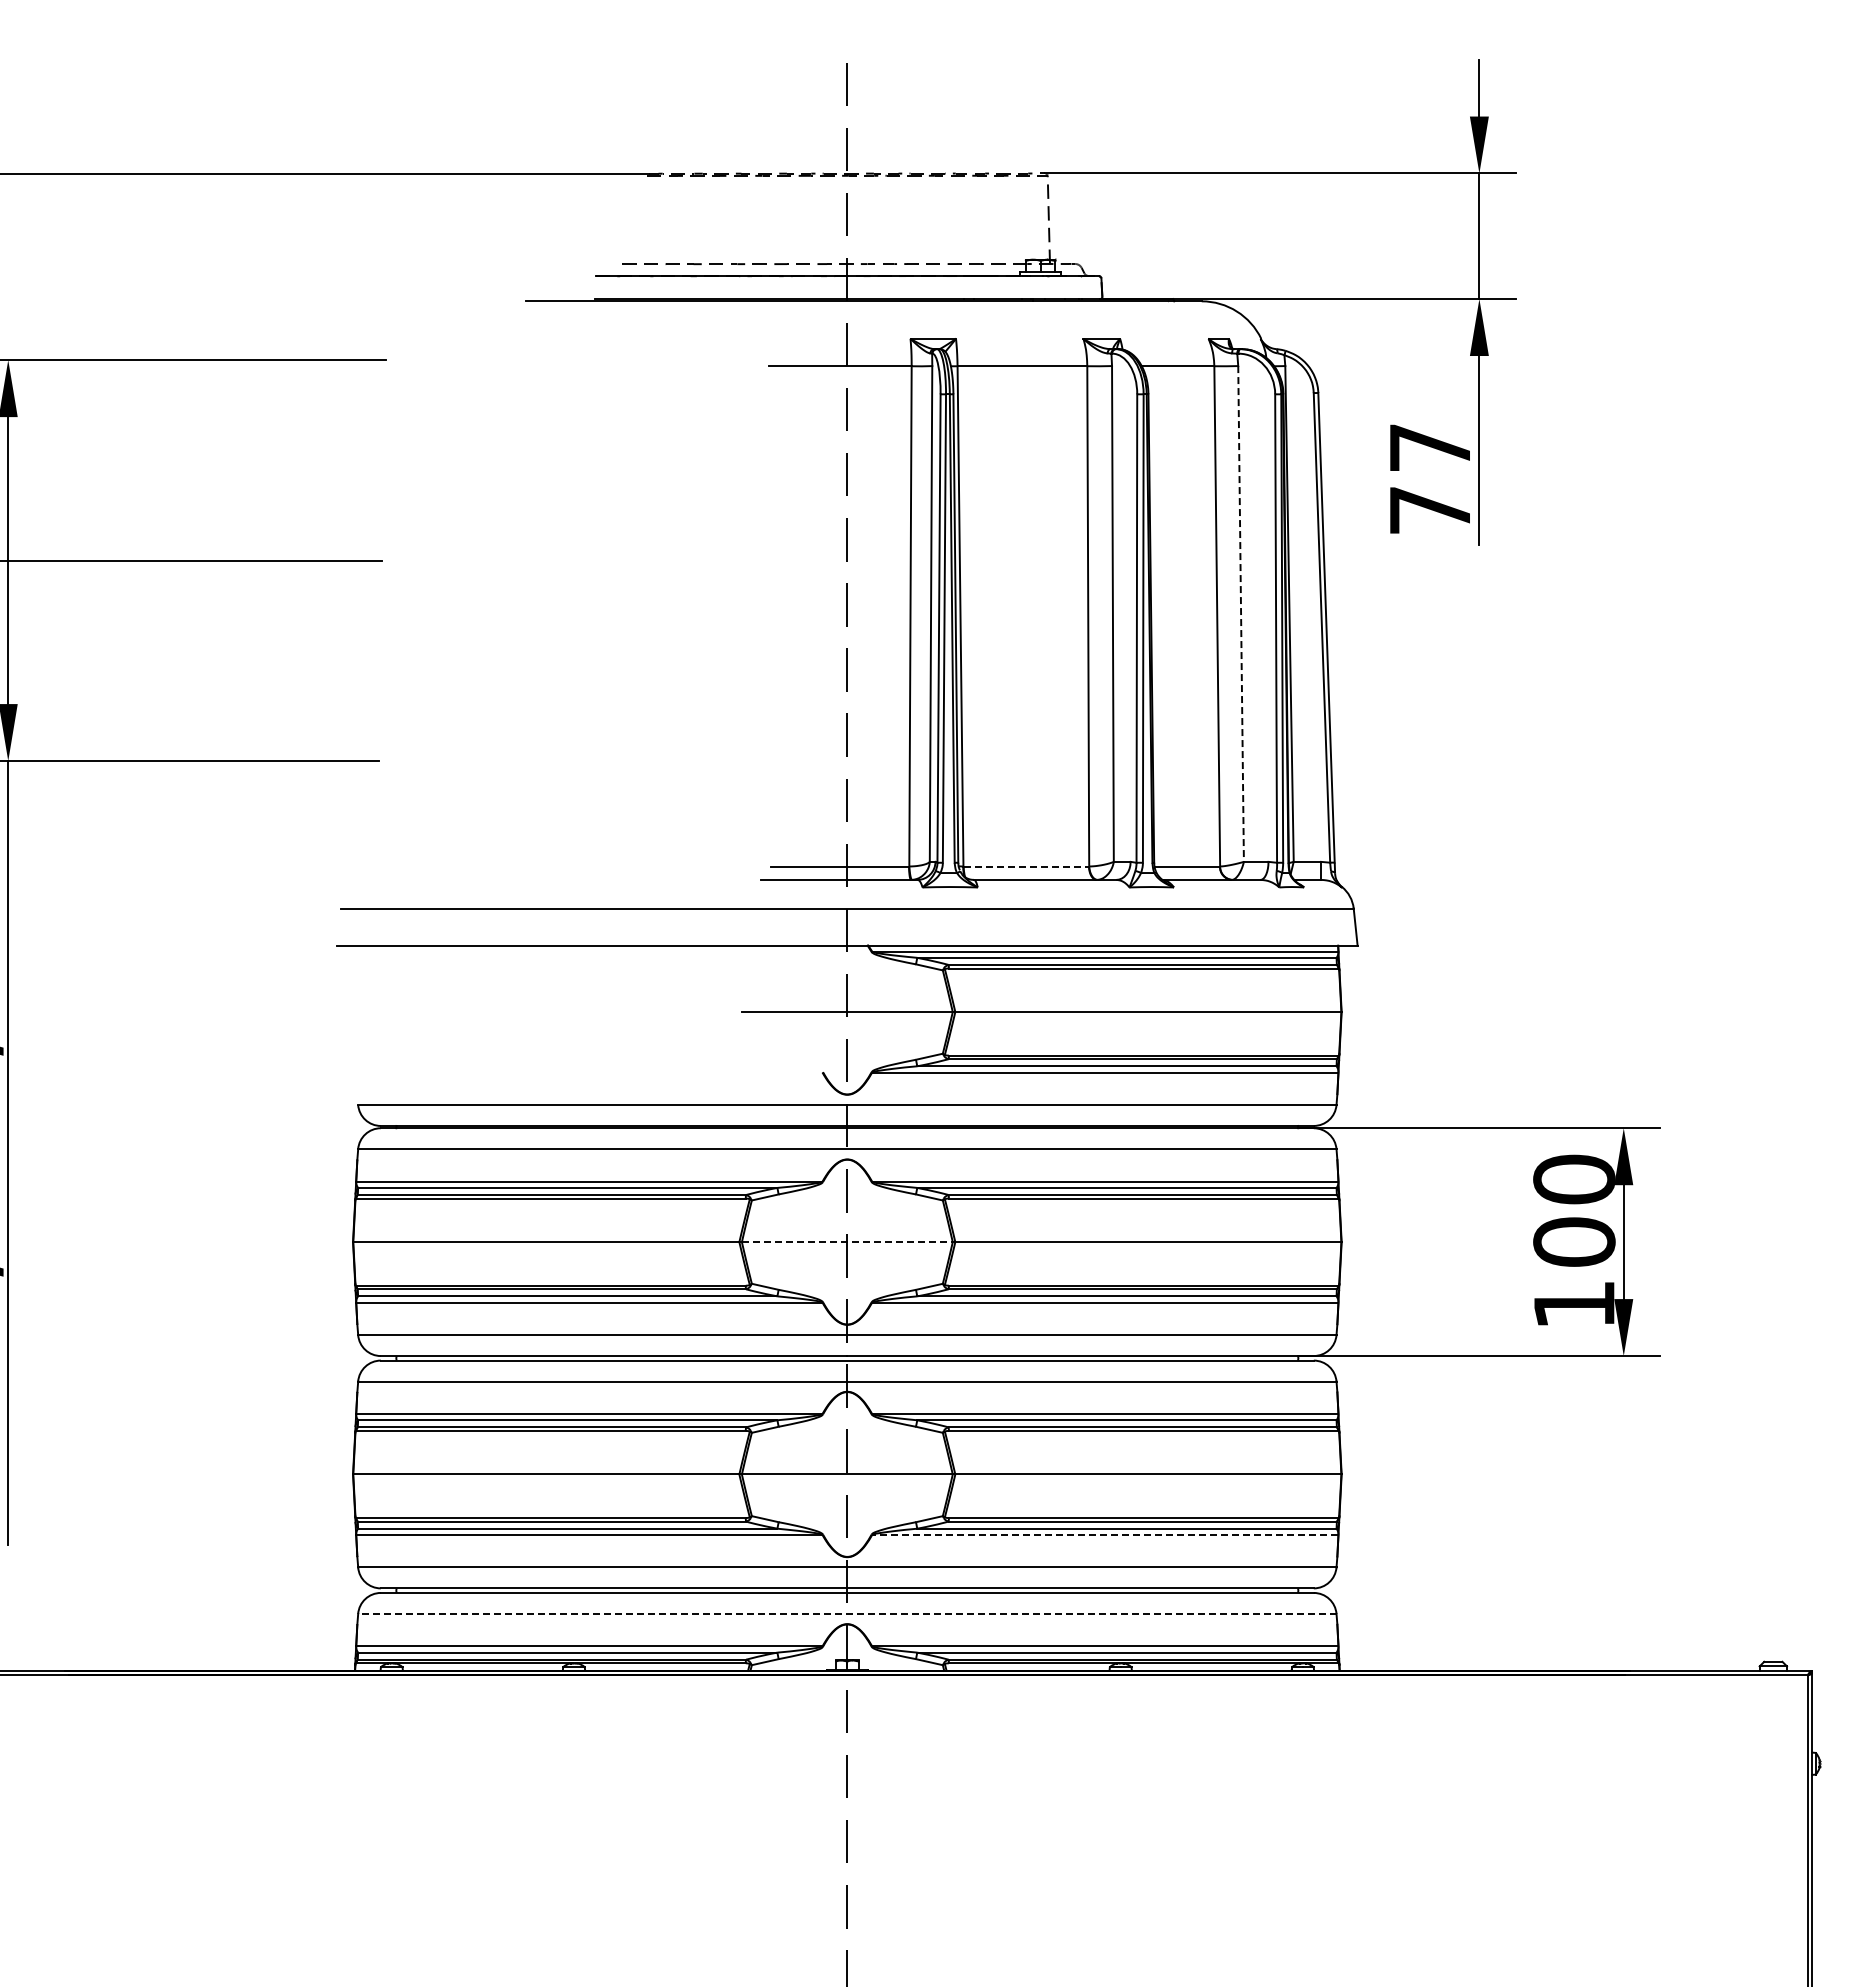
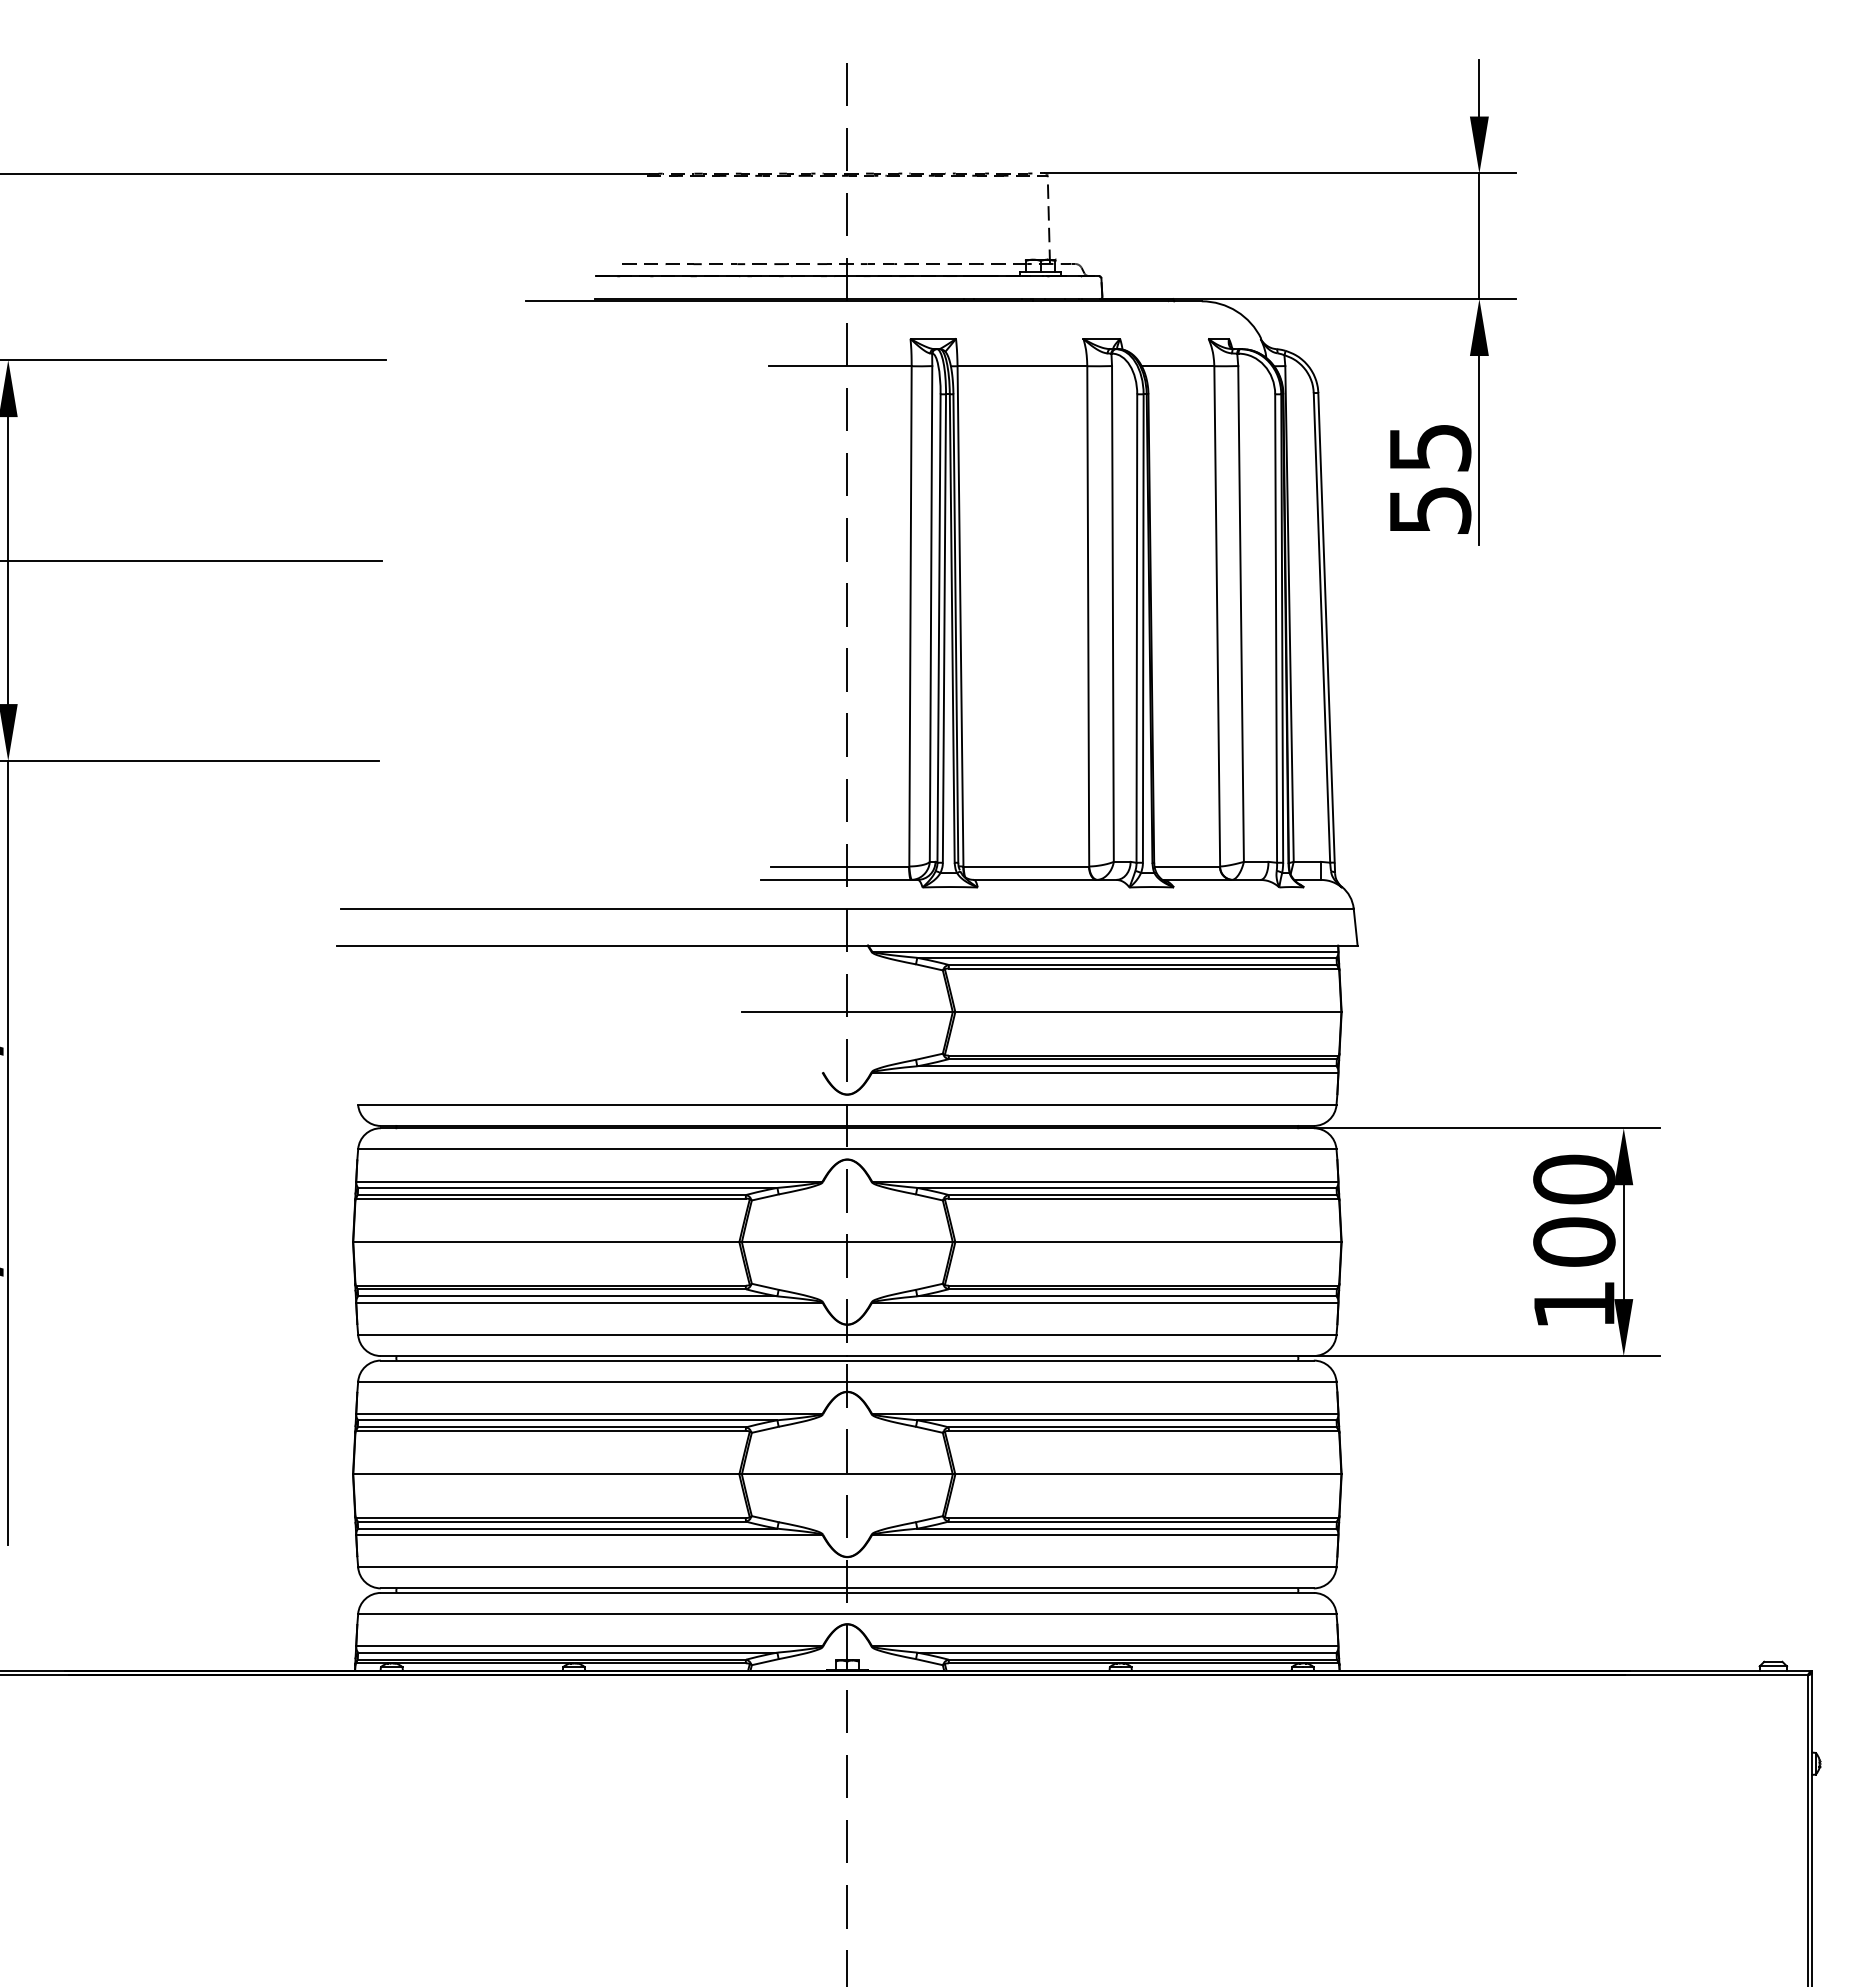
text at (1430, 478): 77 -> 55
line at (1241, 613): dashed -> solid
line at (1026, 866): dashed -> solid
line at (847, 1242): dashed -> solid
line at (1104, 1534): dashed -> solid
line at (846, 1613): dashed -> solid
